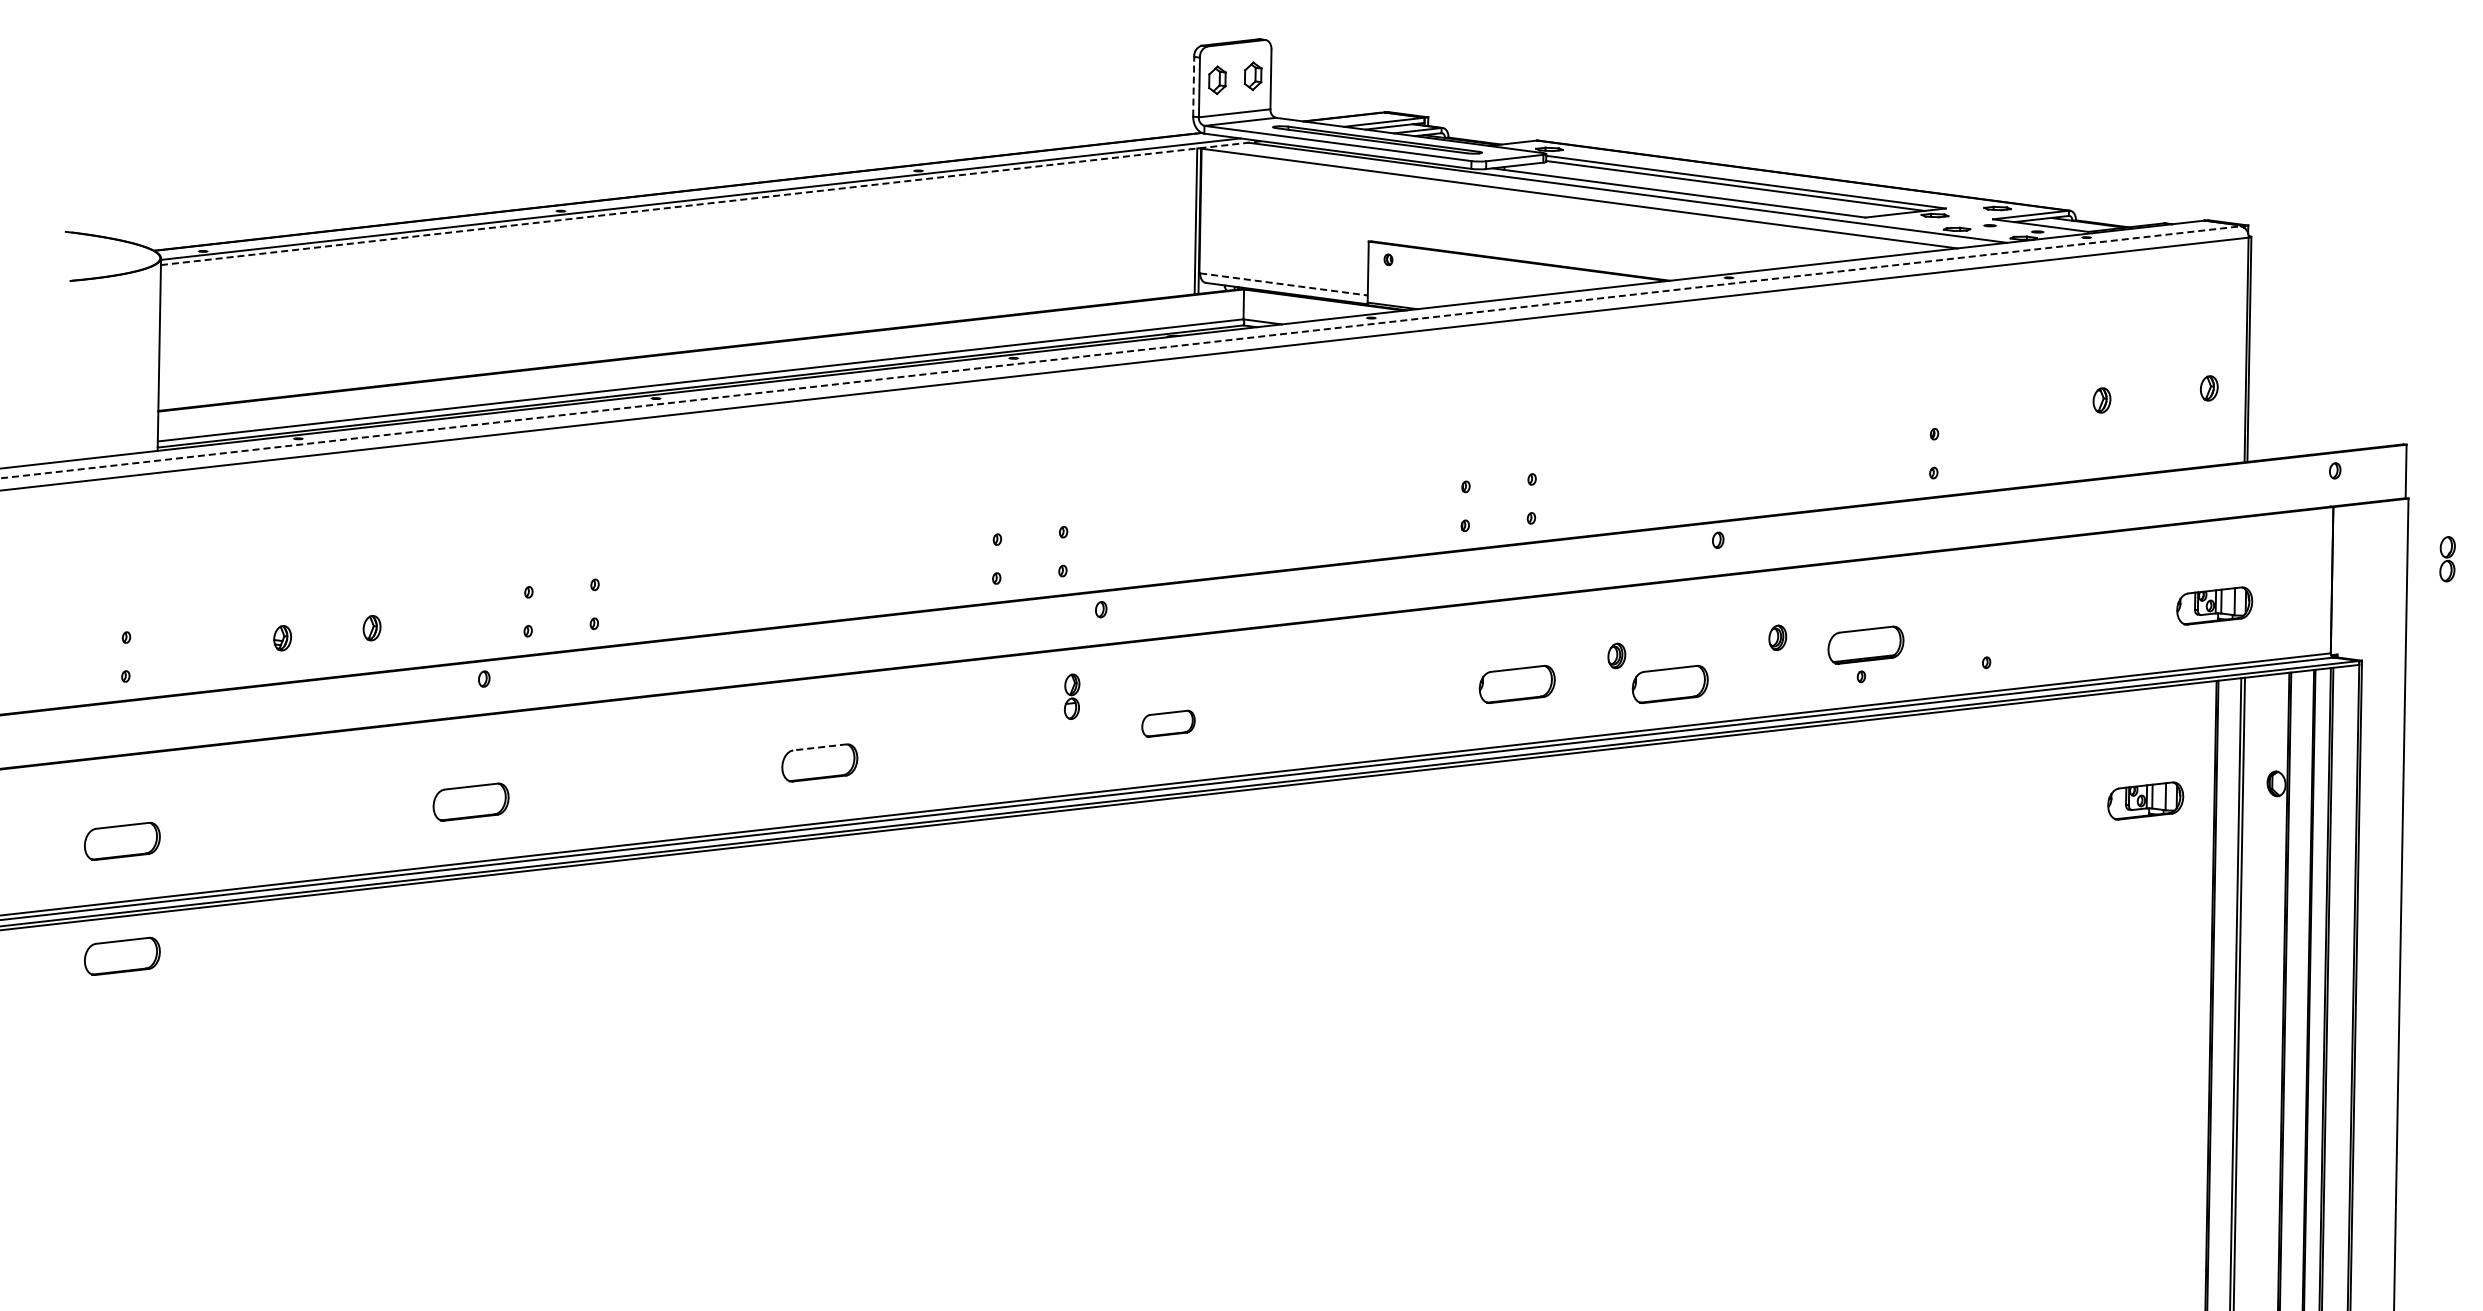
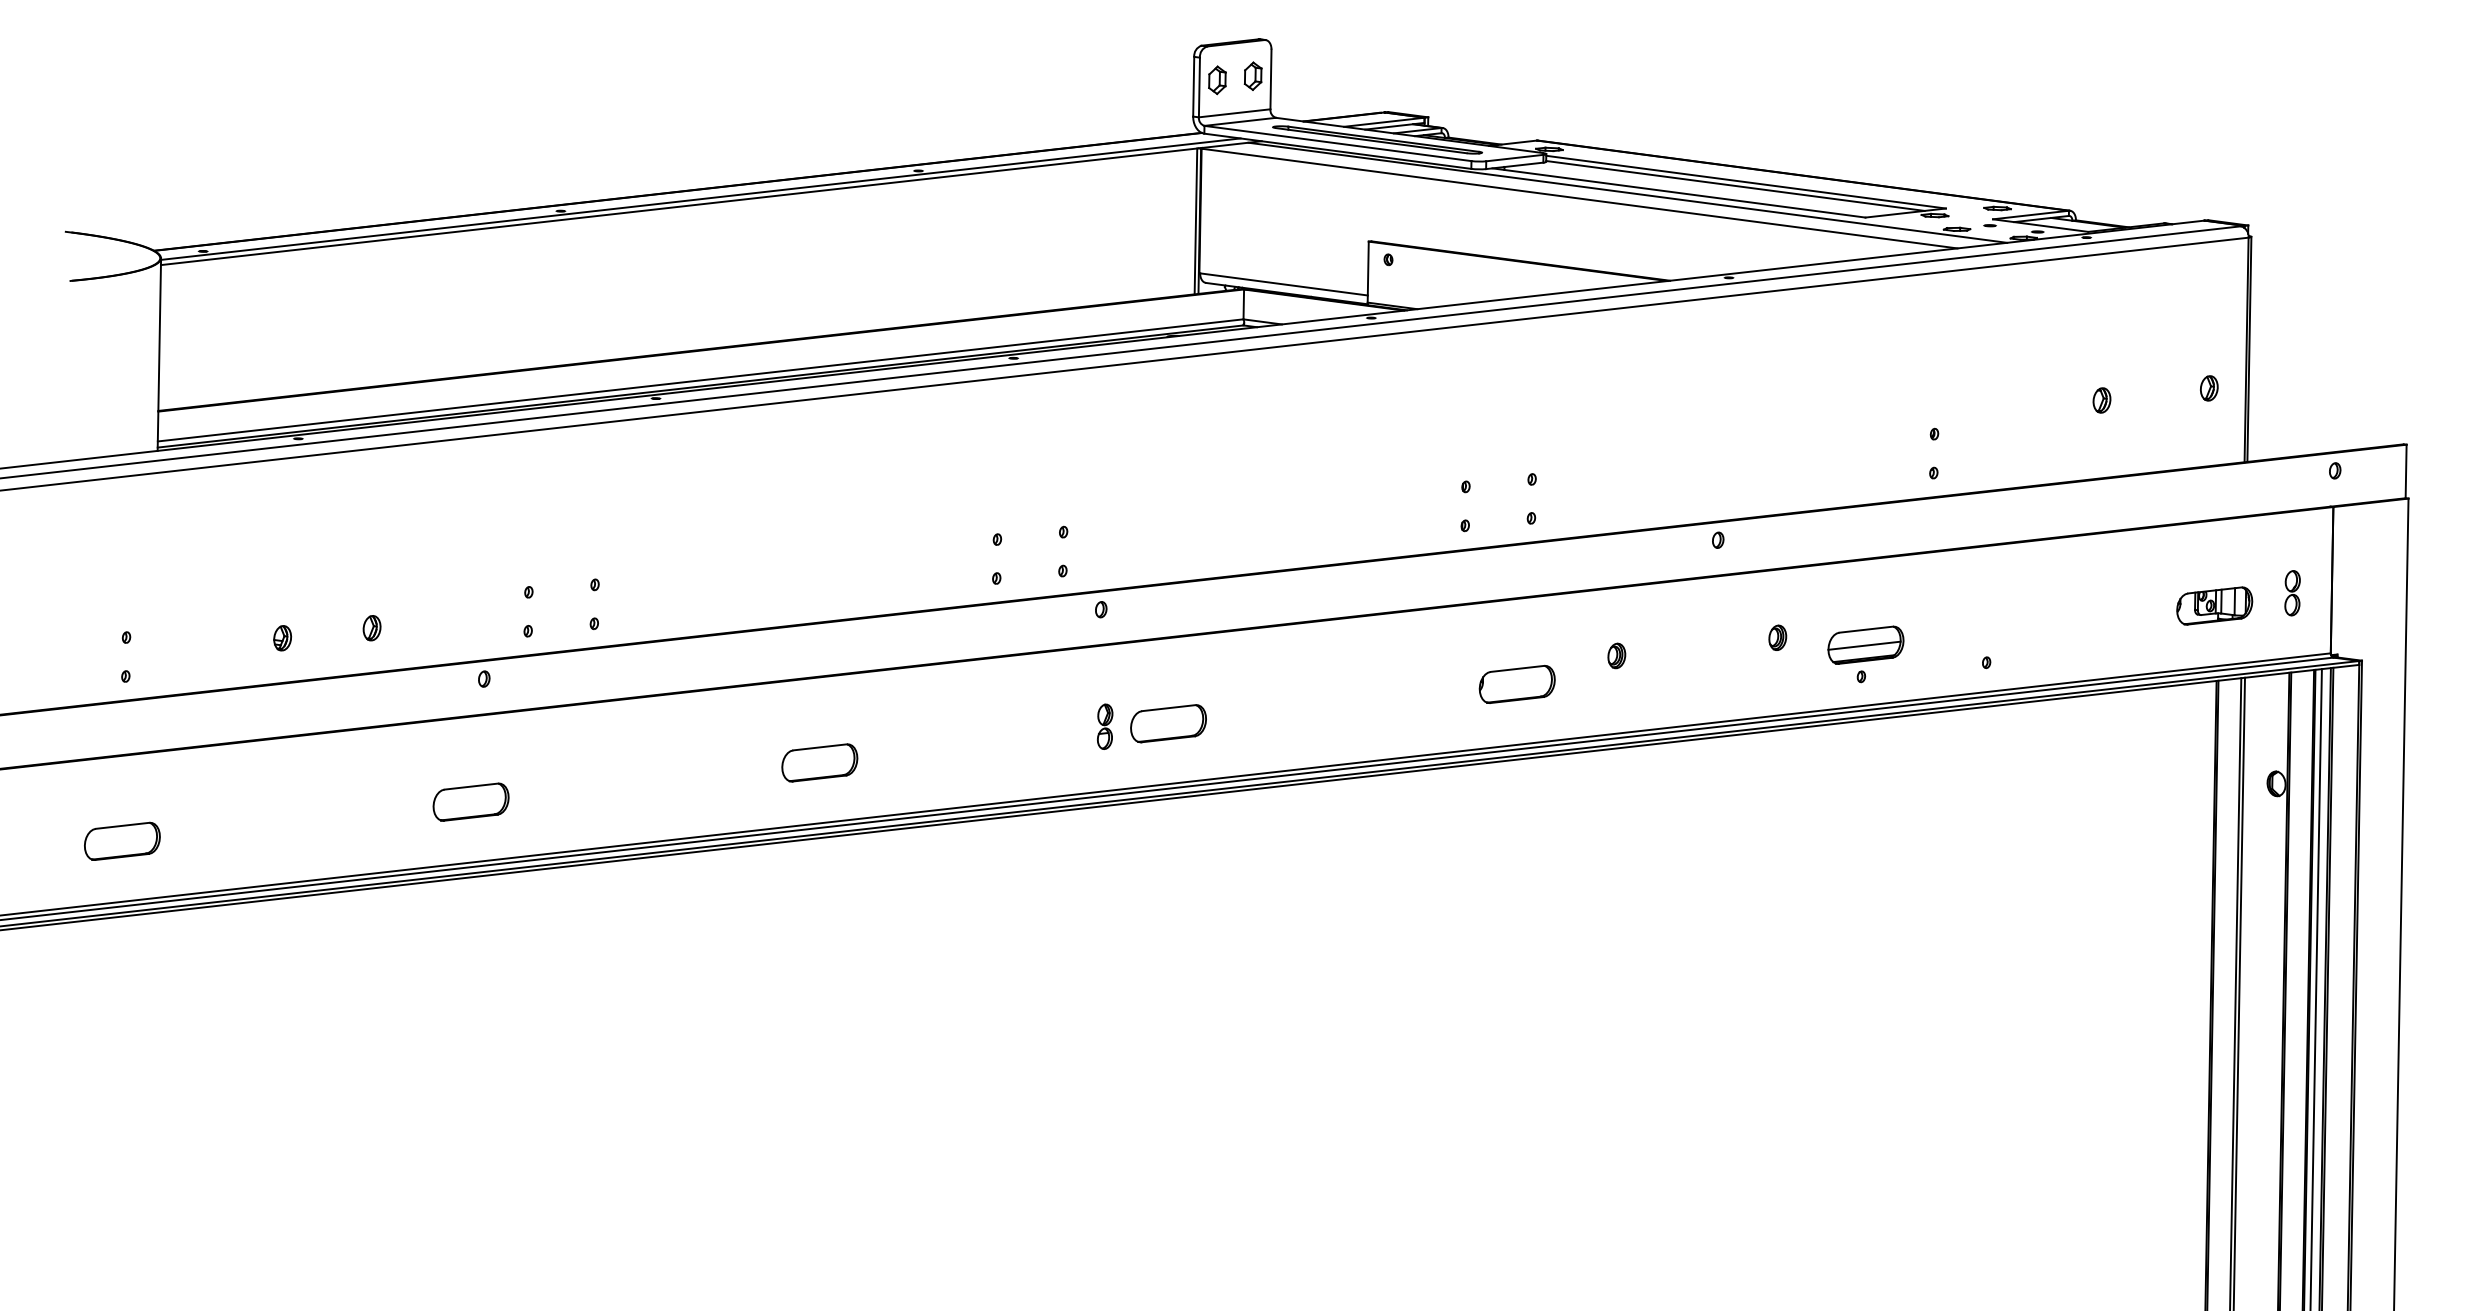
line at (1193, 86): dashed -> solid
line at (711, 203): dashed -> solid
line at (1284, 284): dashed -> solid
line at (1121, 352): dashed -> solid
part at (2447, 559) position: (2447, 559) -> (2292, 593)
line at (1864, 645): none -> present
part at (1669, 684): present -> none
part at (1072, 696) position: (1072, 696) -> (1105, 726)
part at (1168, 723) size: 55x29 px -> 77x40 px
line at (820, 747): dashed -> solid
part at (2145, 800): present -> none
part at (122, 955): present -> none
line at (2315, 988): none -> present
